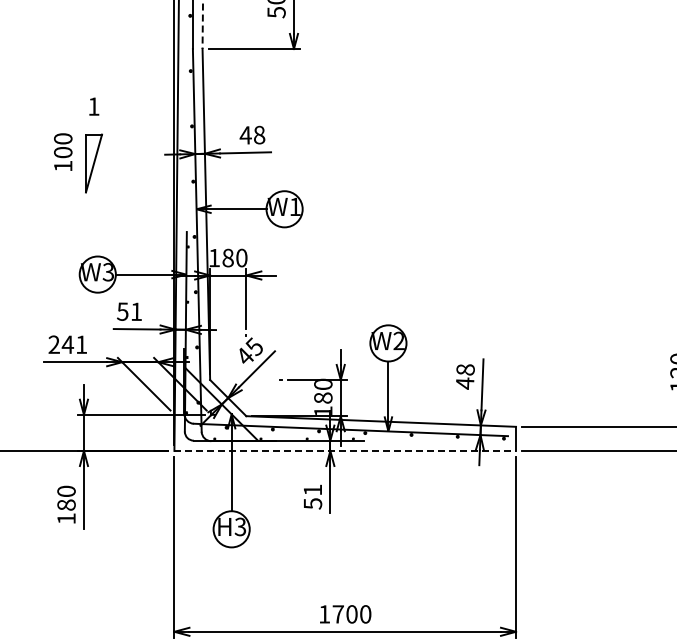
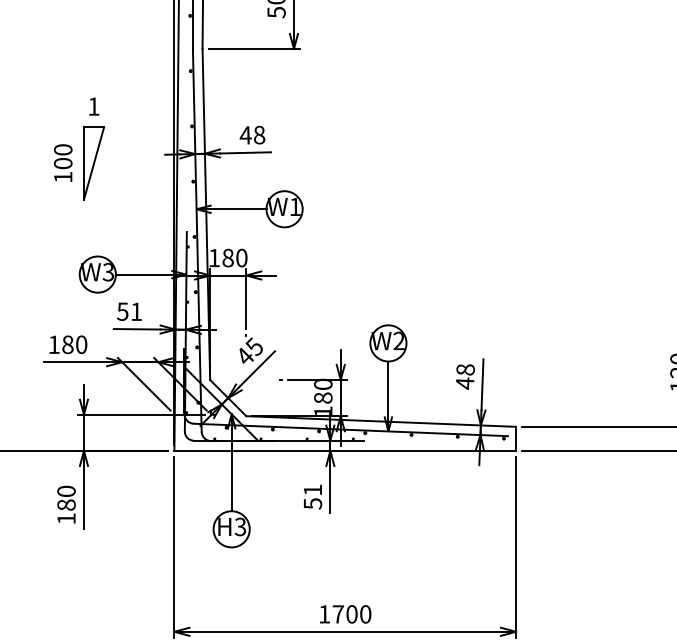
line at (202, 25): dashed -> solid
text at (63, 151) position: (63, 151) -> (63, 162)
part at (93, 163) size: 18x61 px -> 22x75 px
text at (67, 344): 241 -> 180
line at (345, 450): dashed -> solid
